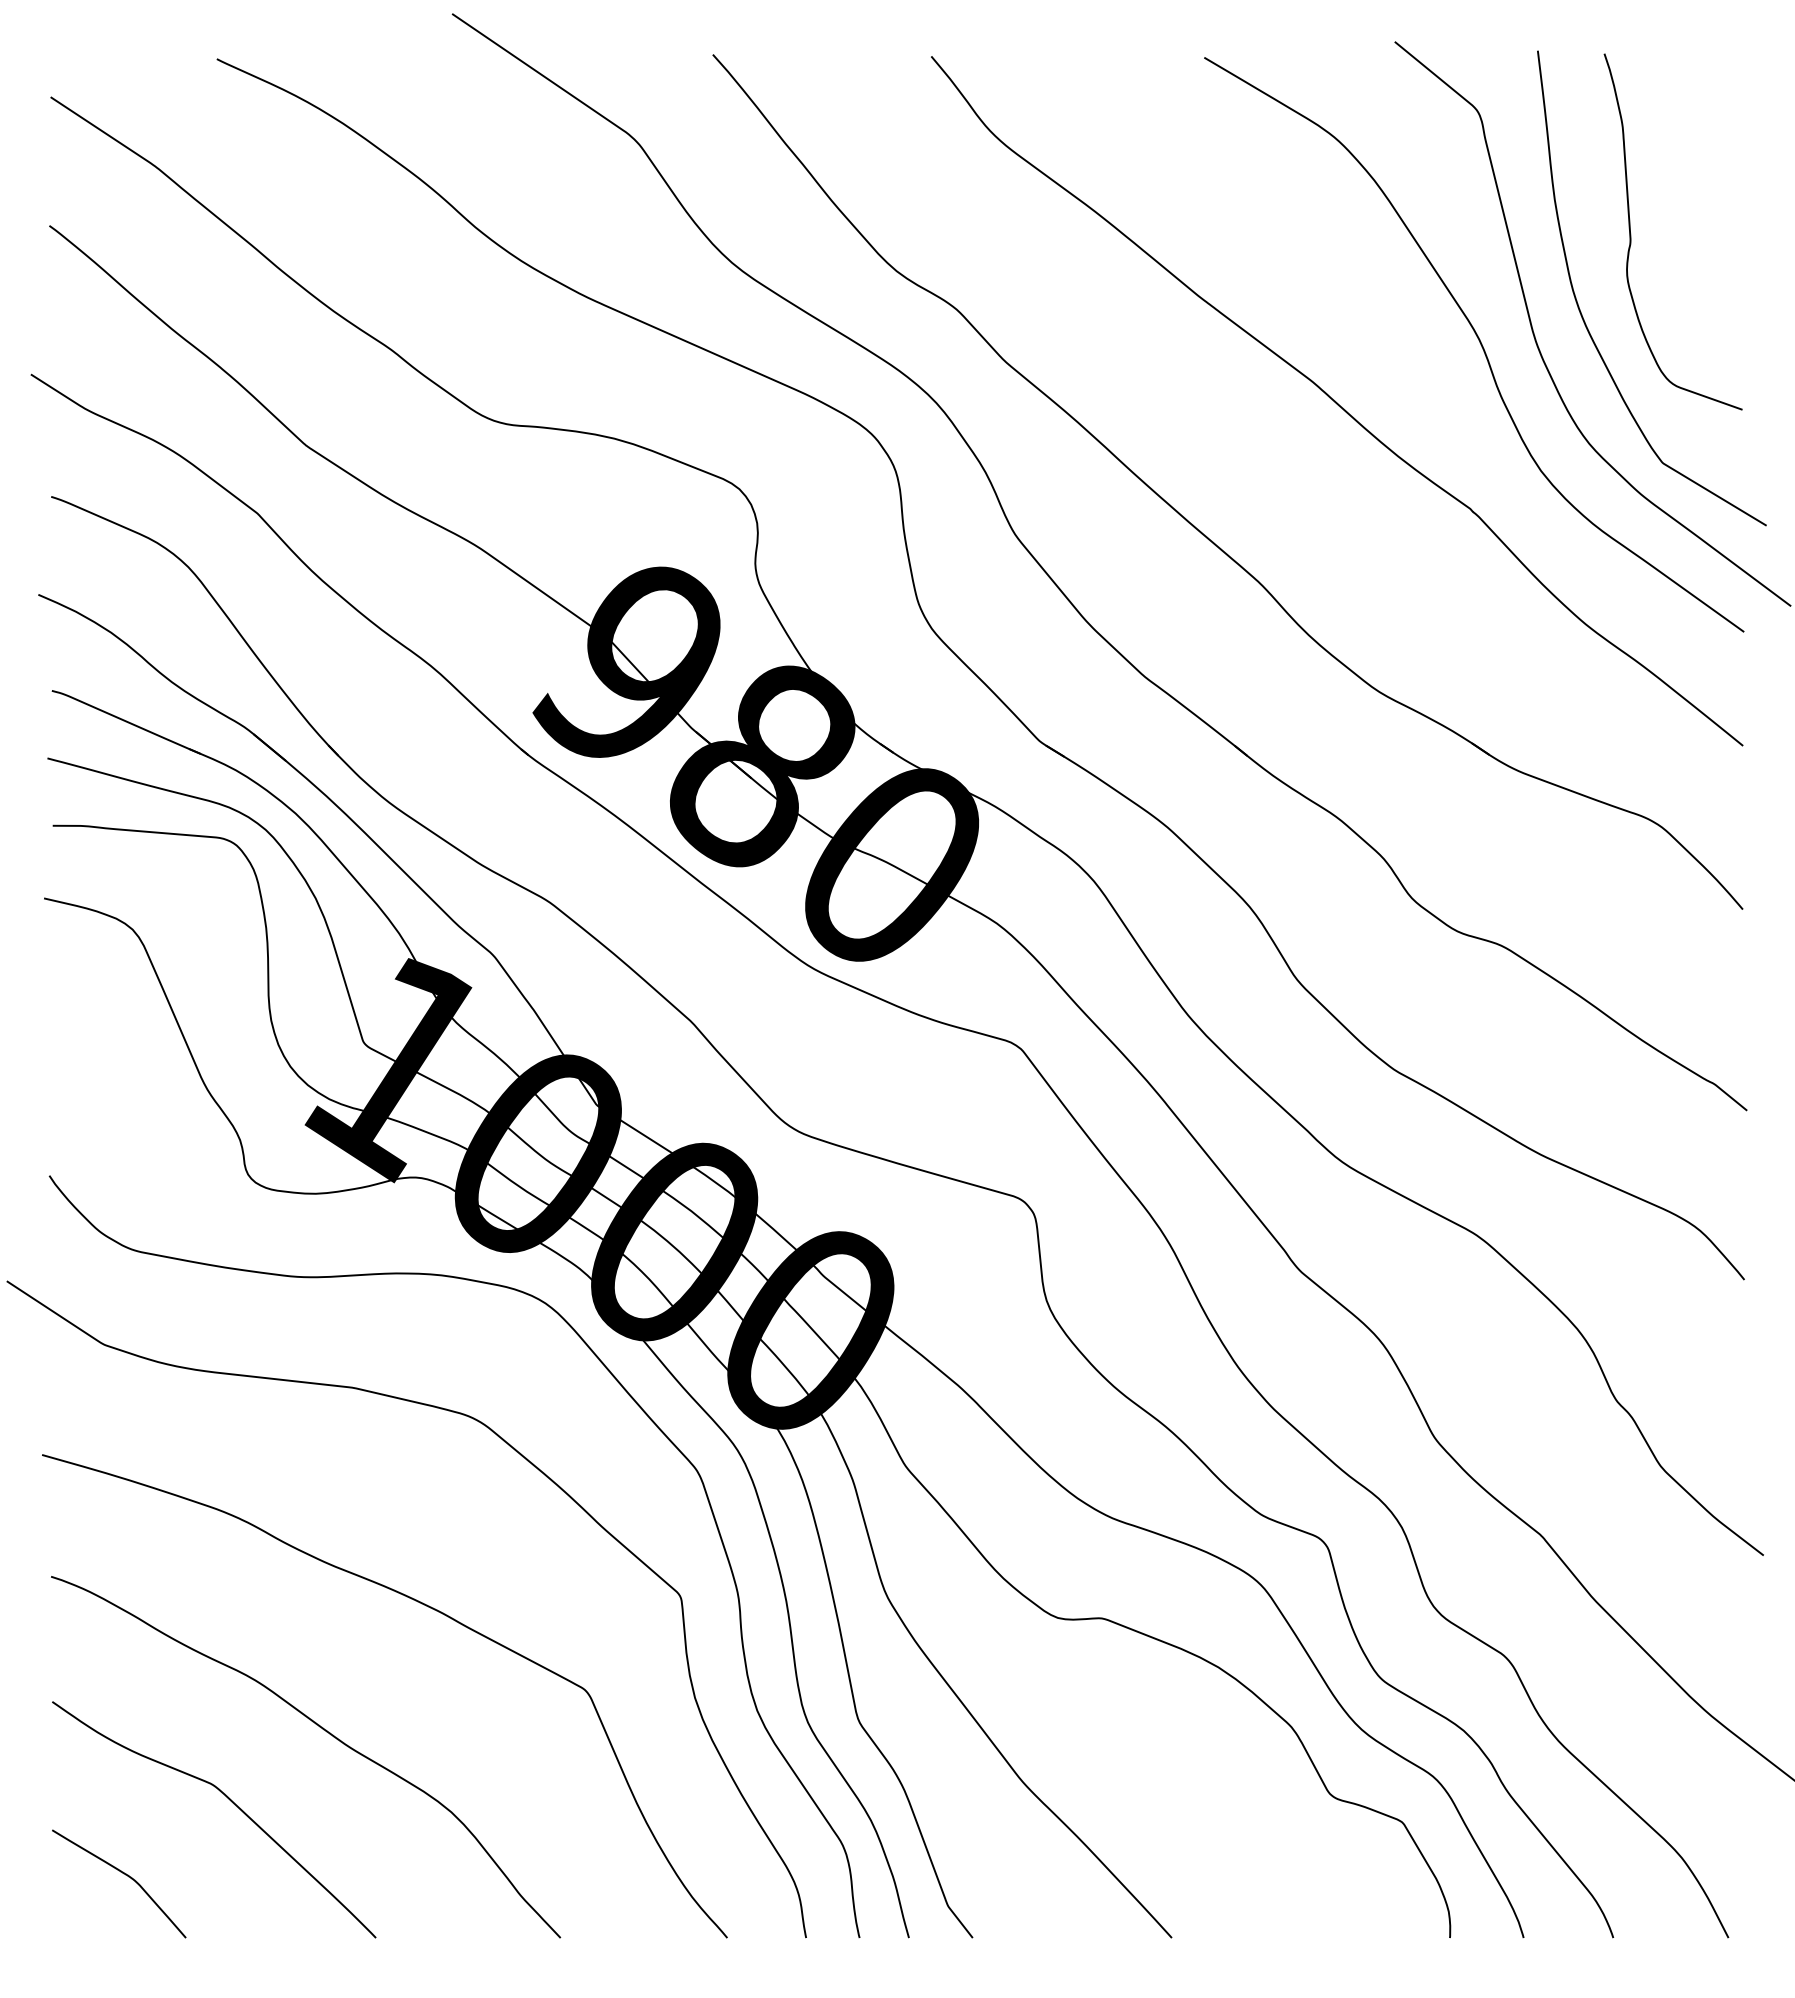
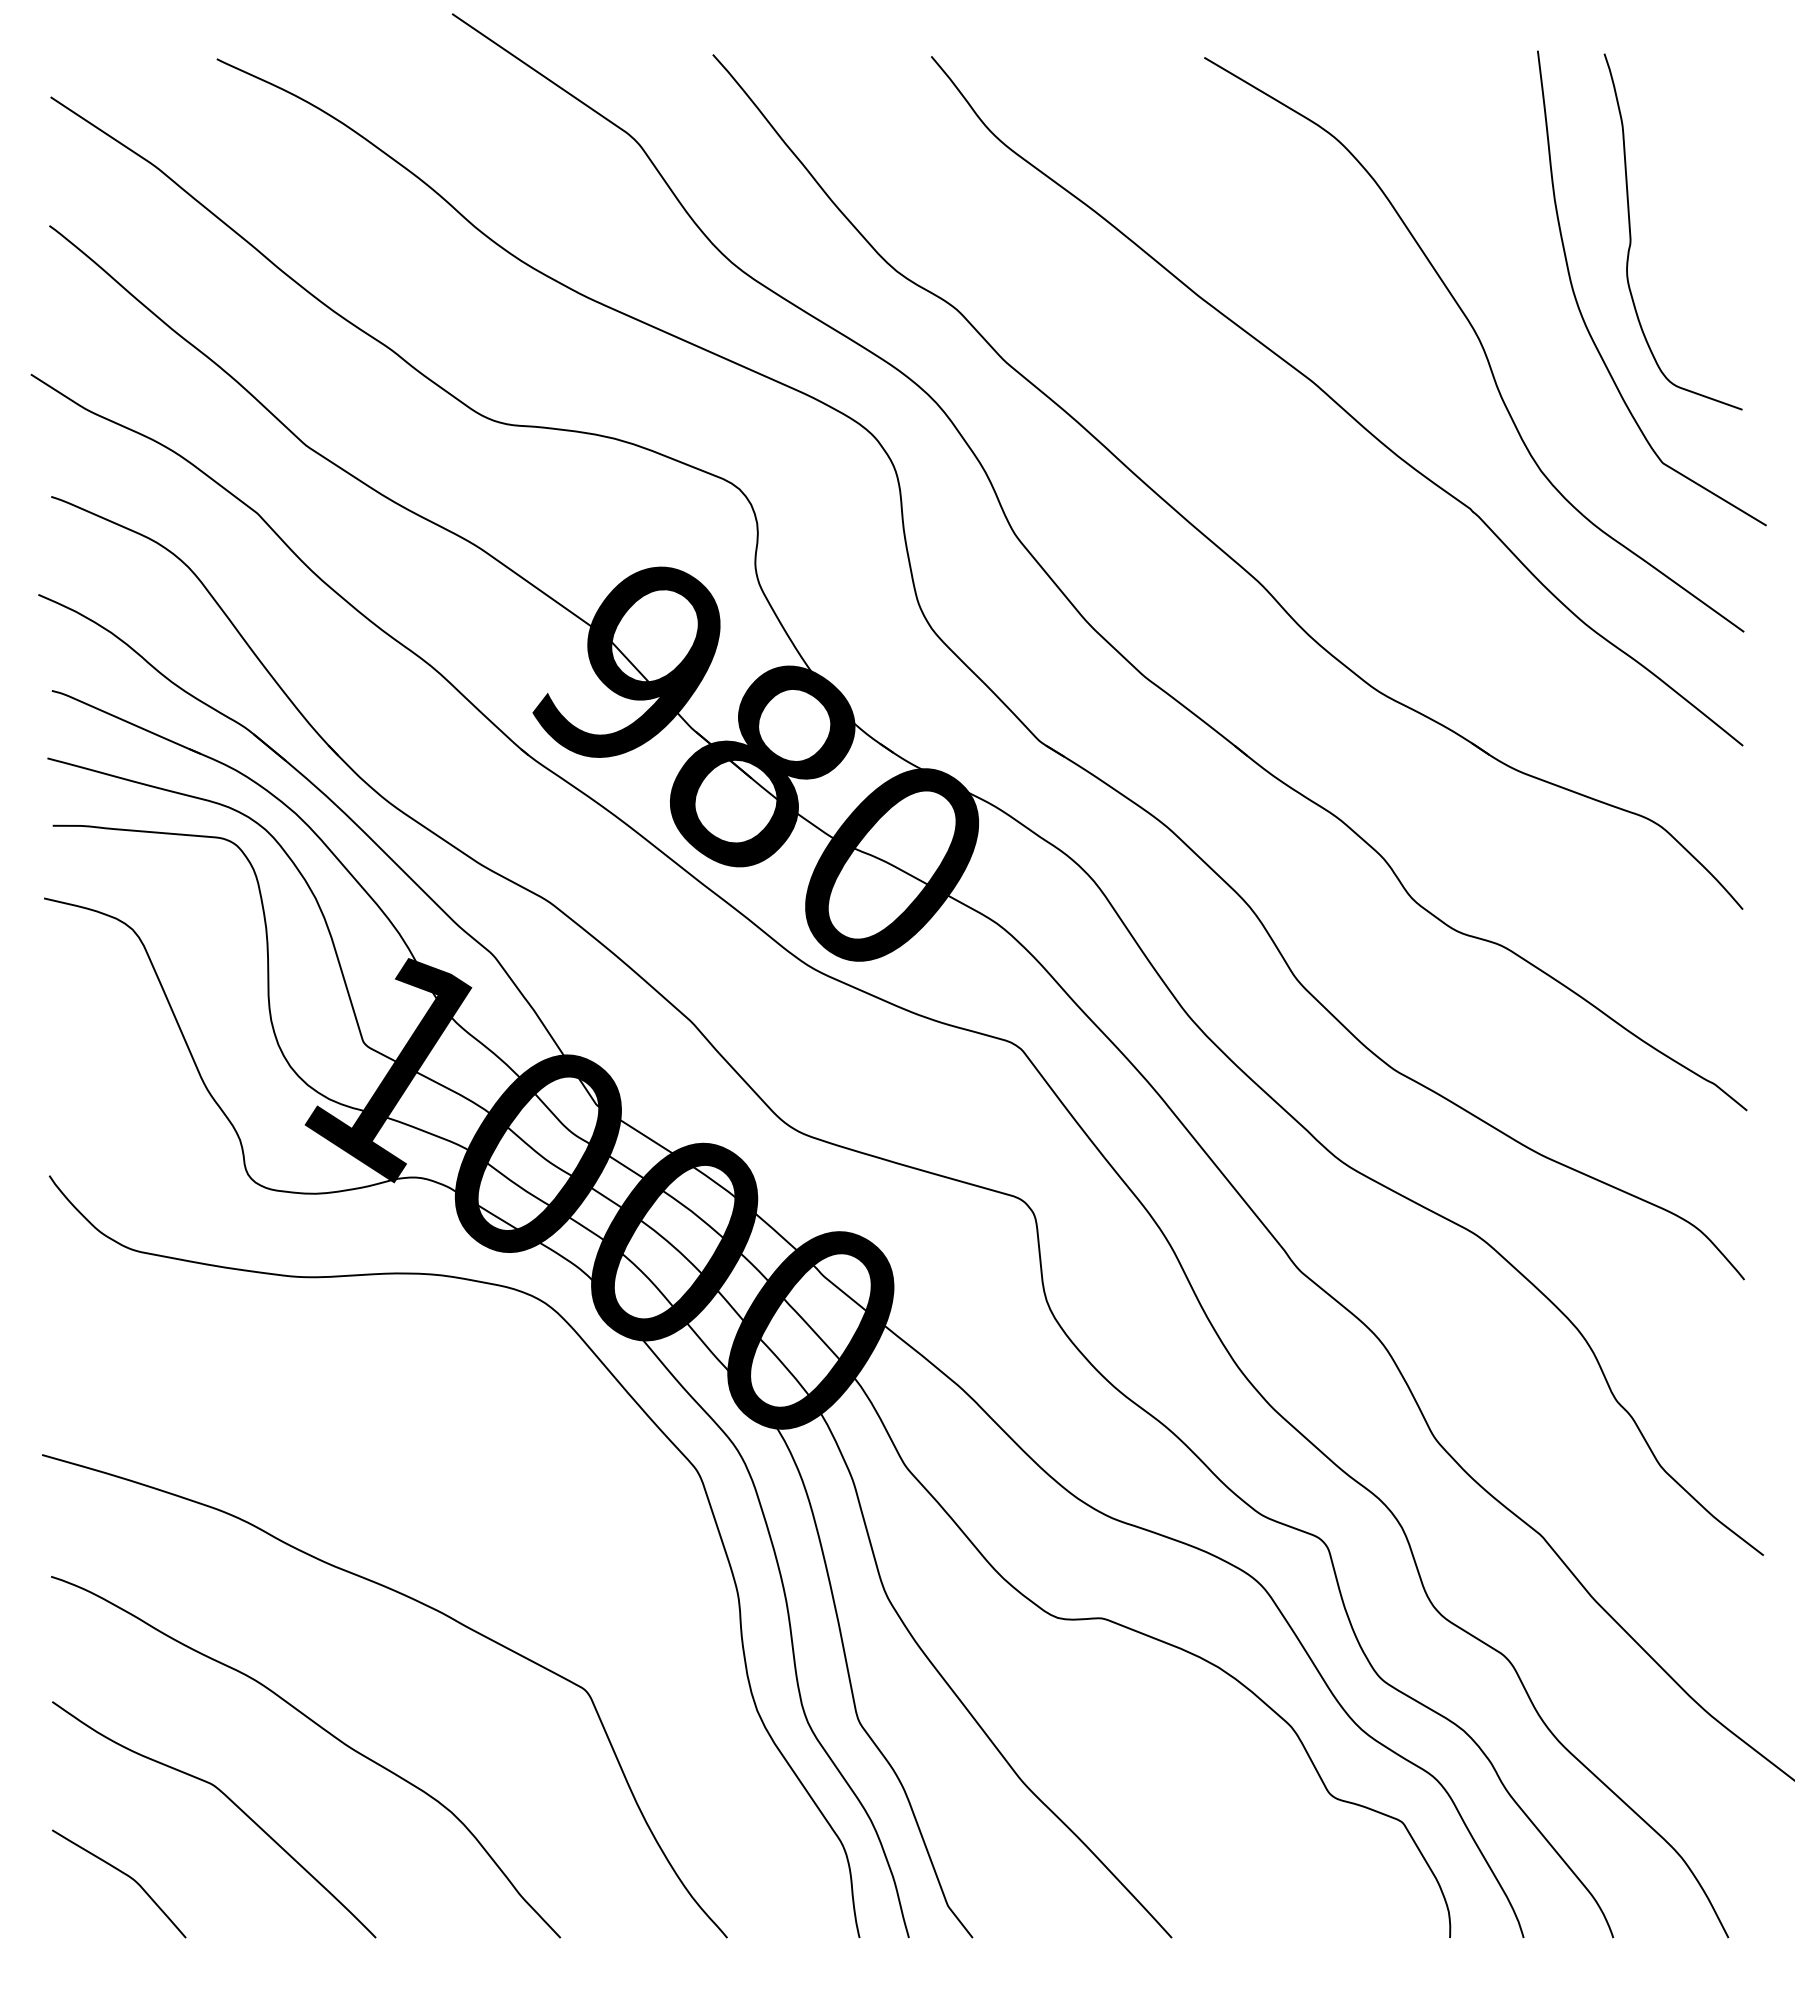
curve at (1539, 347): present -> none
curve at (528, 1462): present -> none
